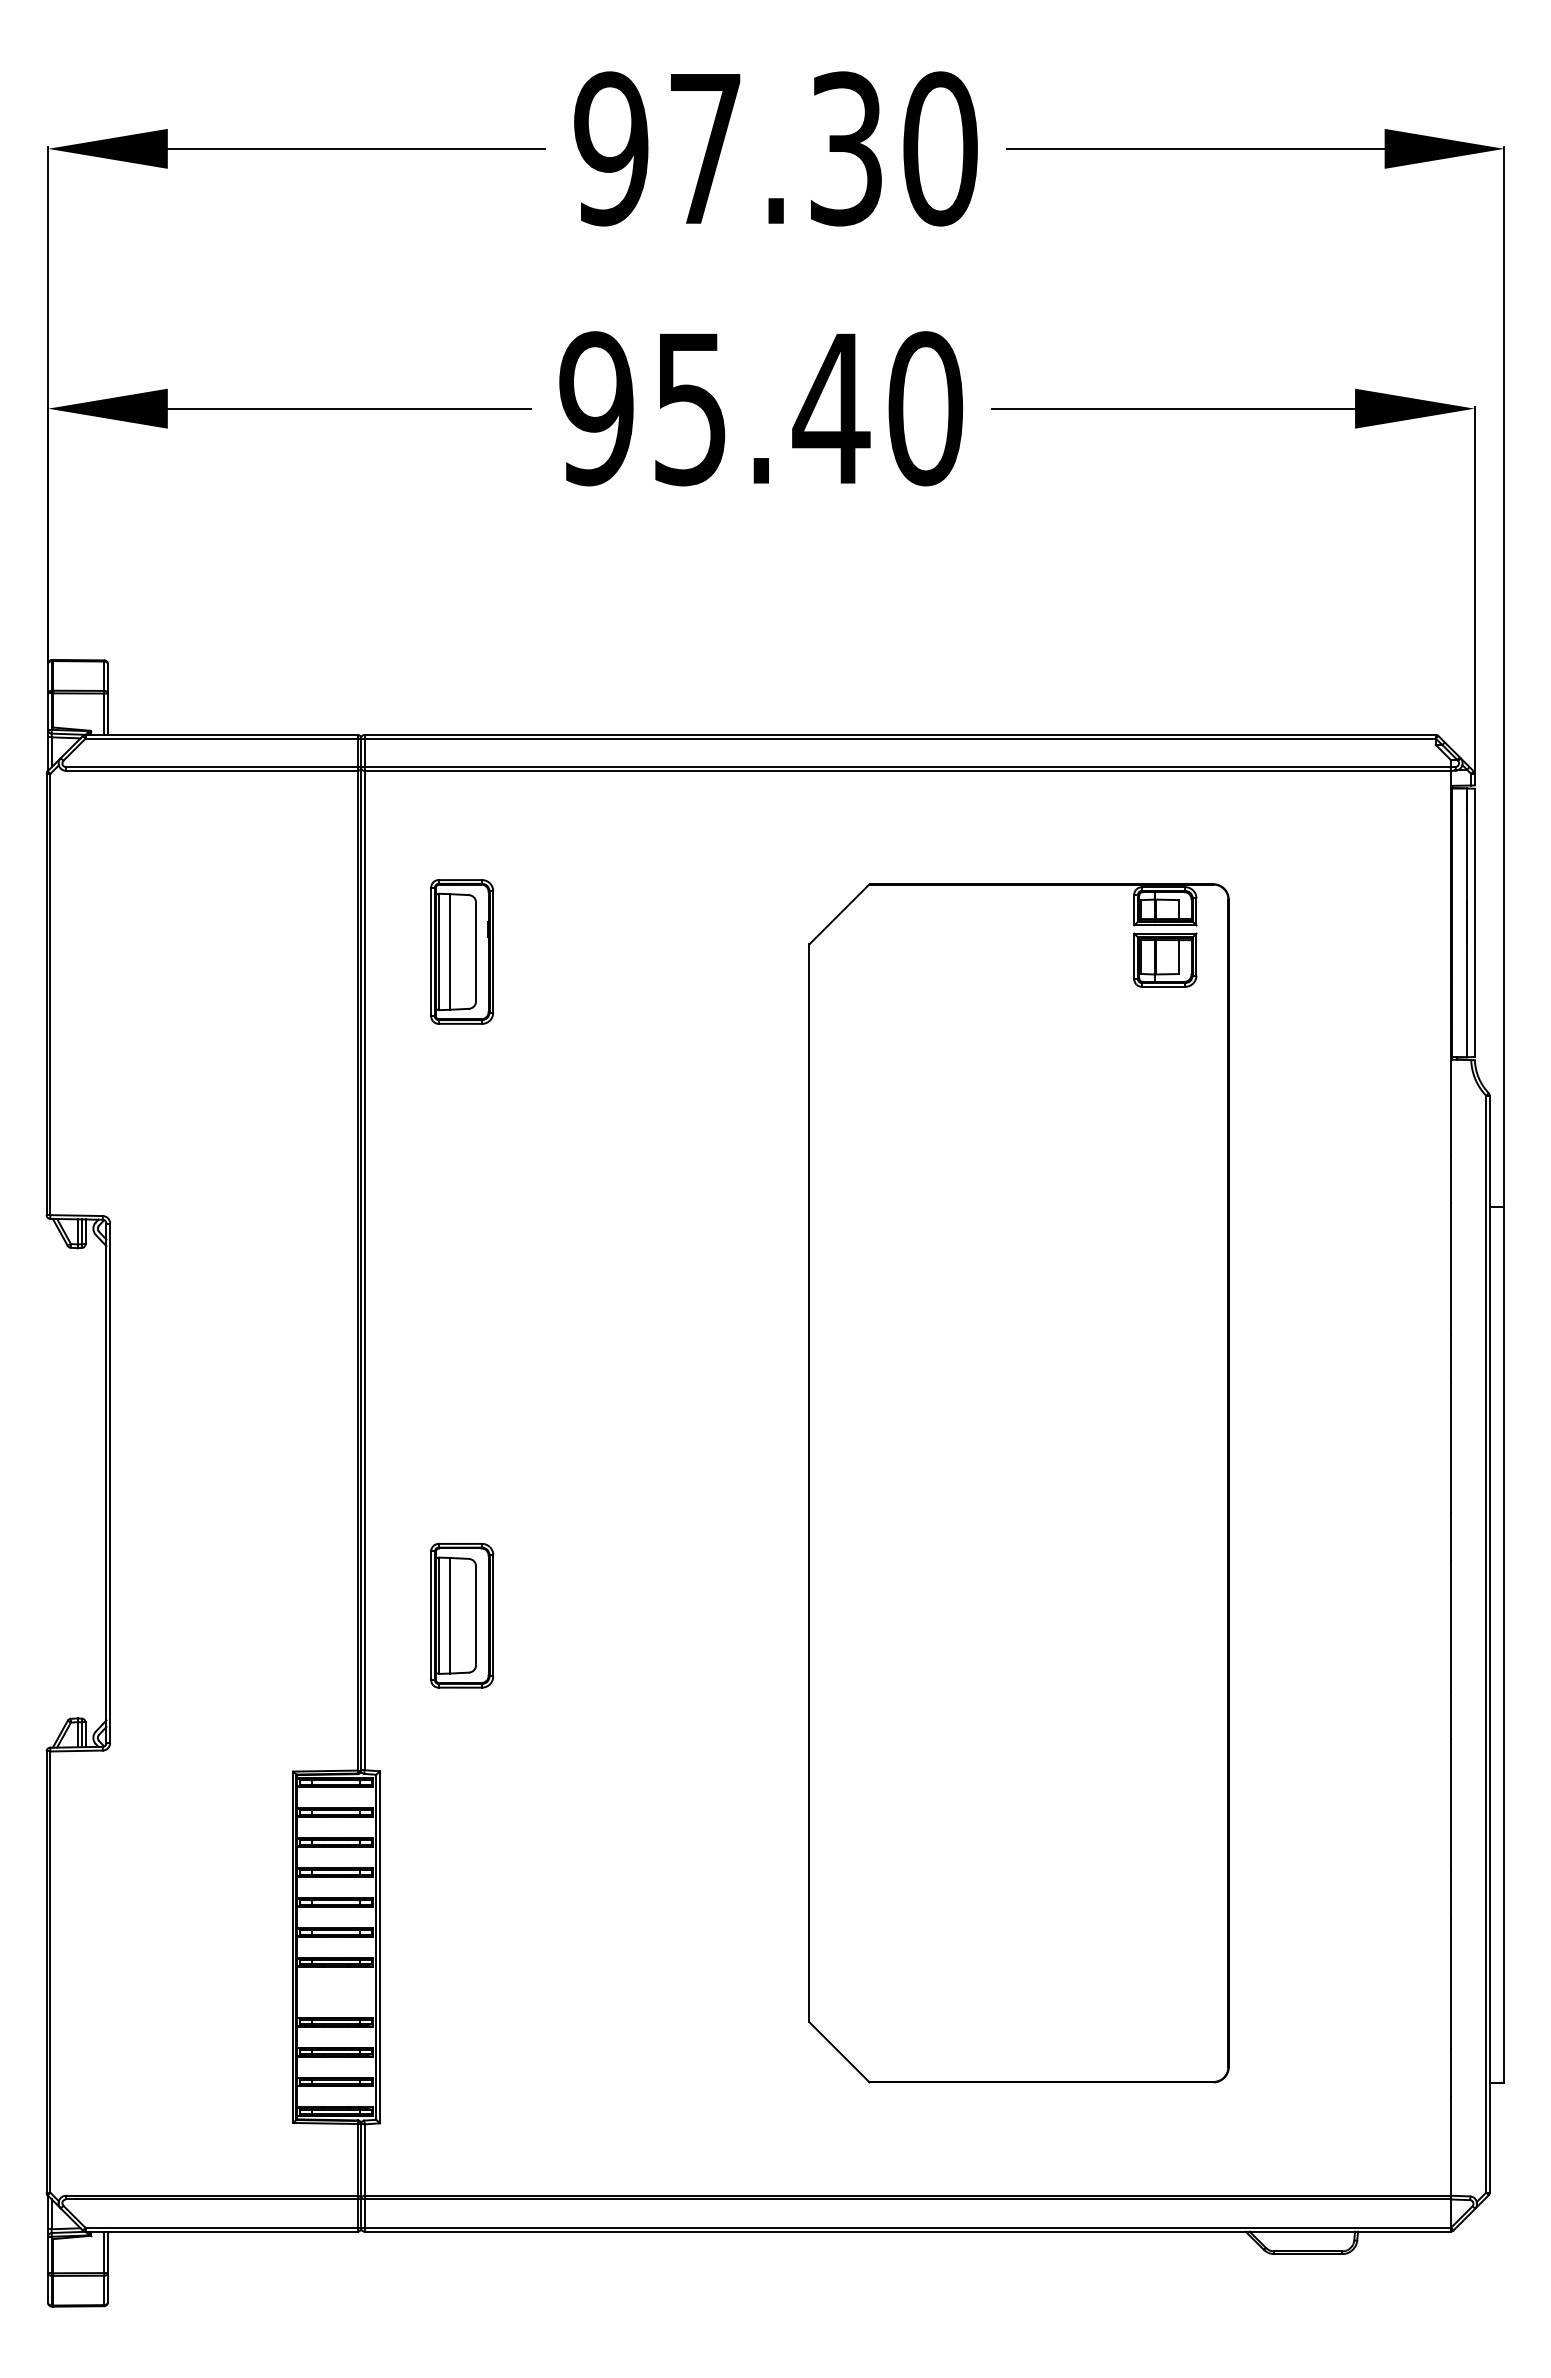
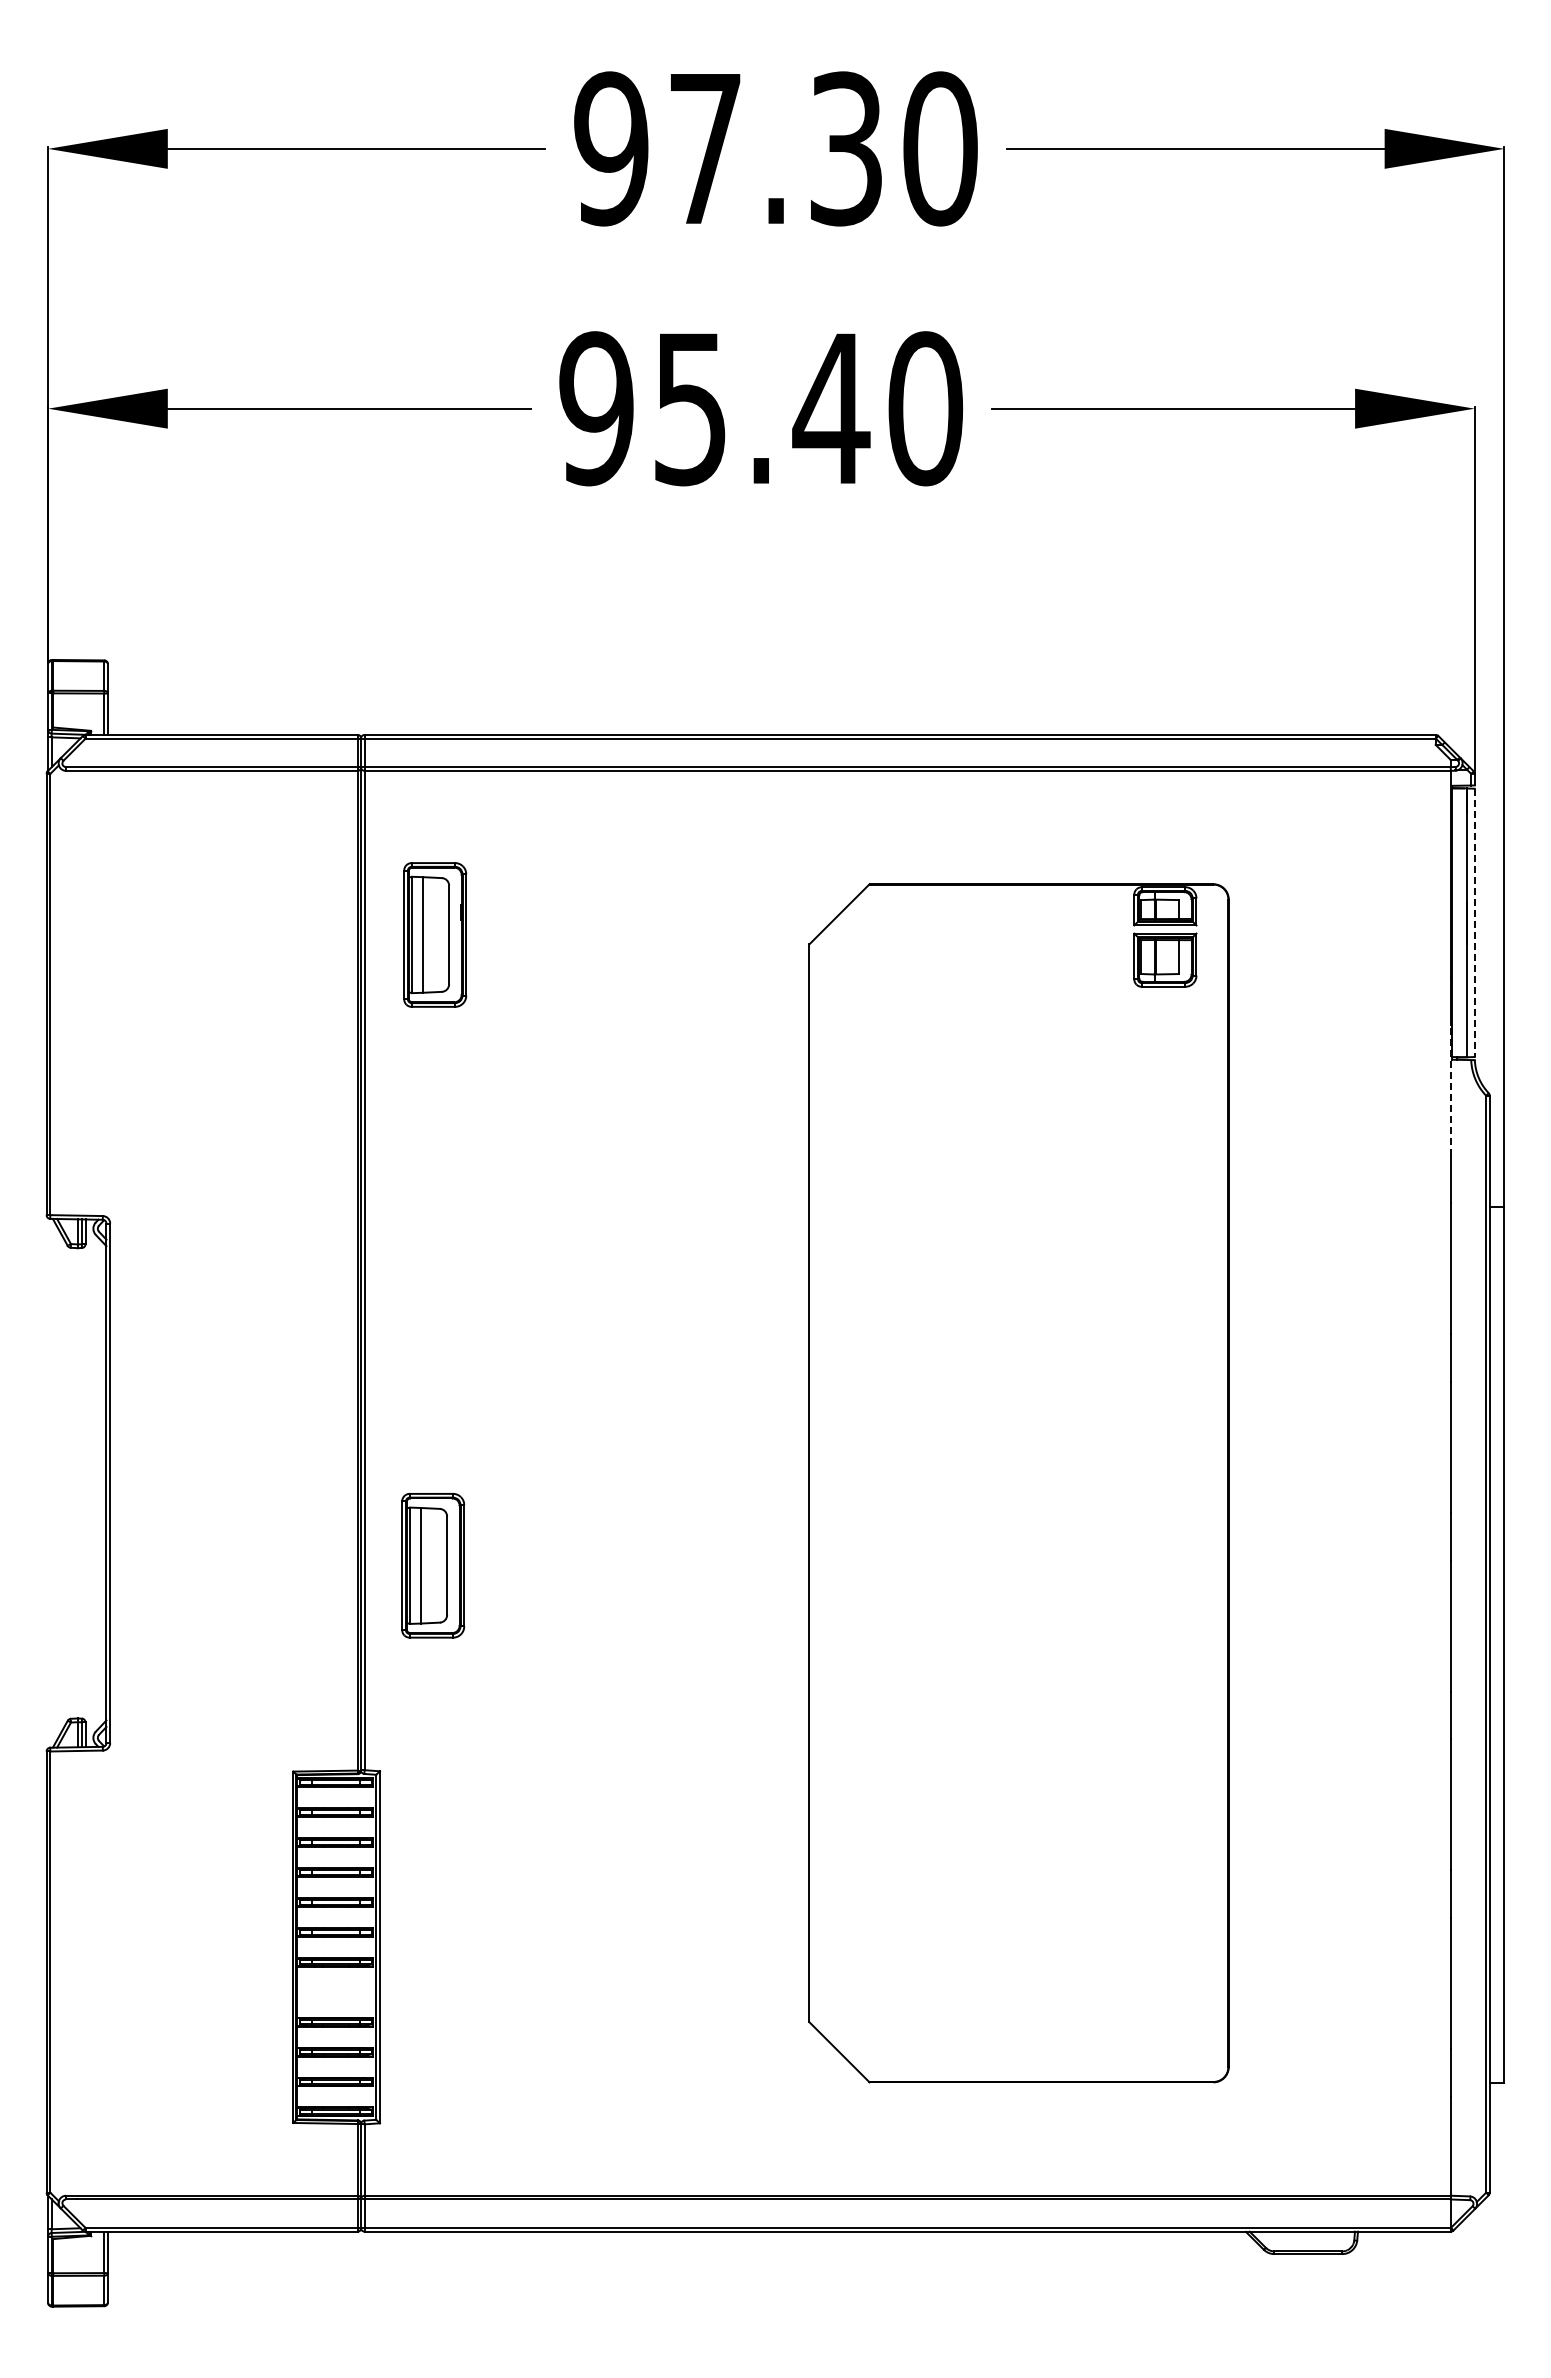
line at (1474, 923): solid -> dashed
part at (462, 951) position: (462, 951) -> (435, 934)
line at (1450, 1090): solid -> dashed
part at (462, 1615) position: (462, 1615) -> (433, 1565)
